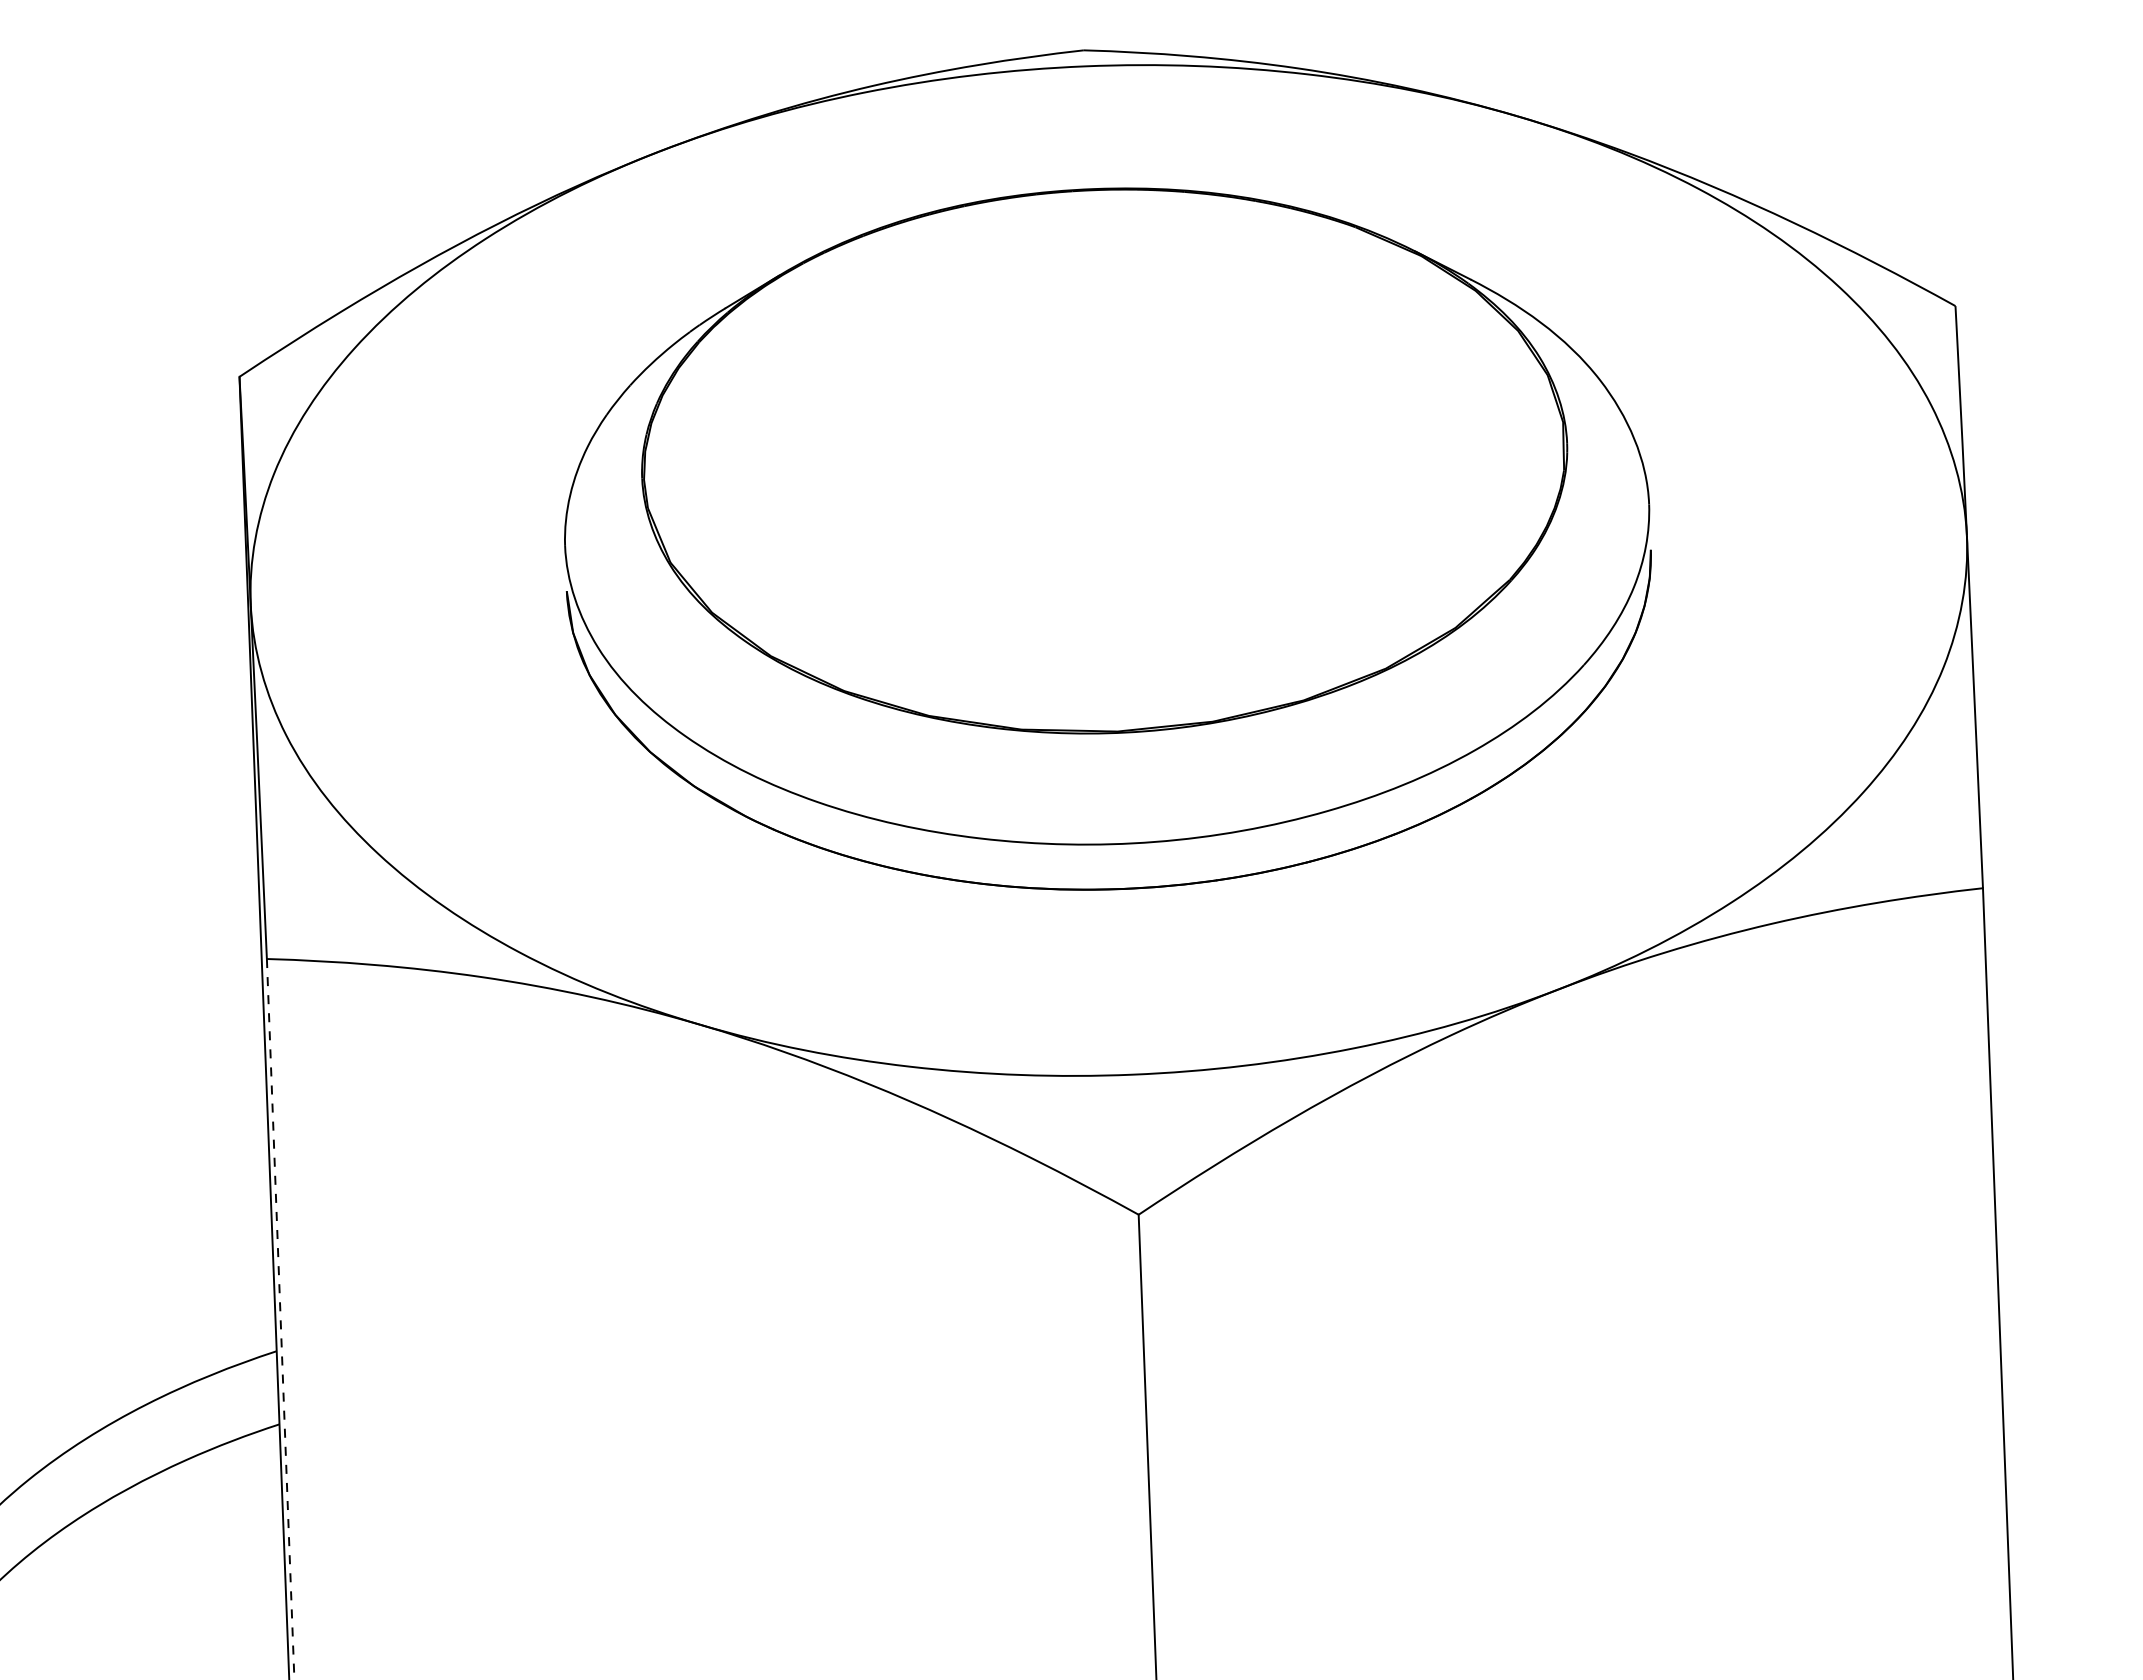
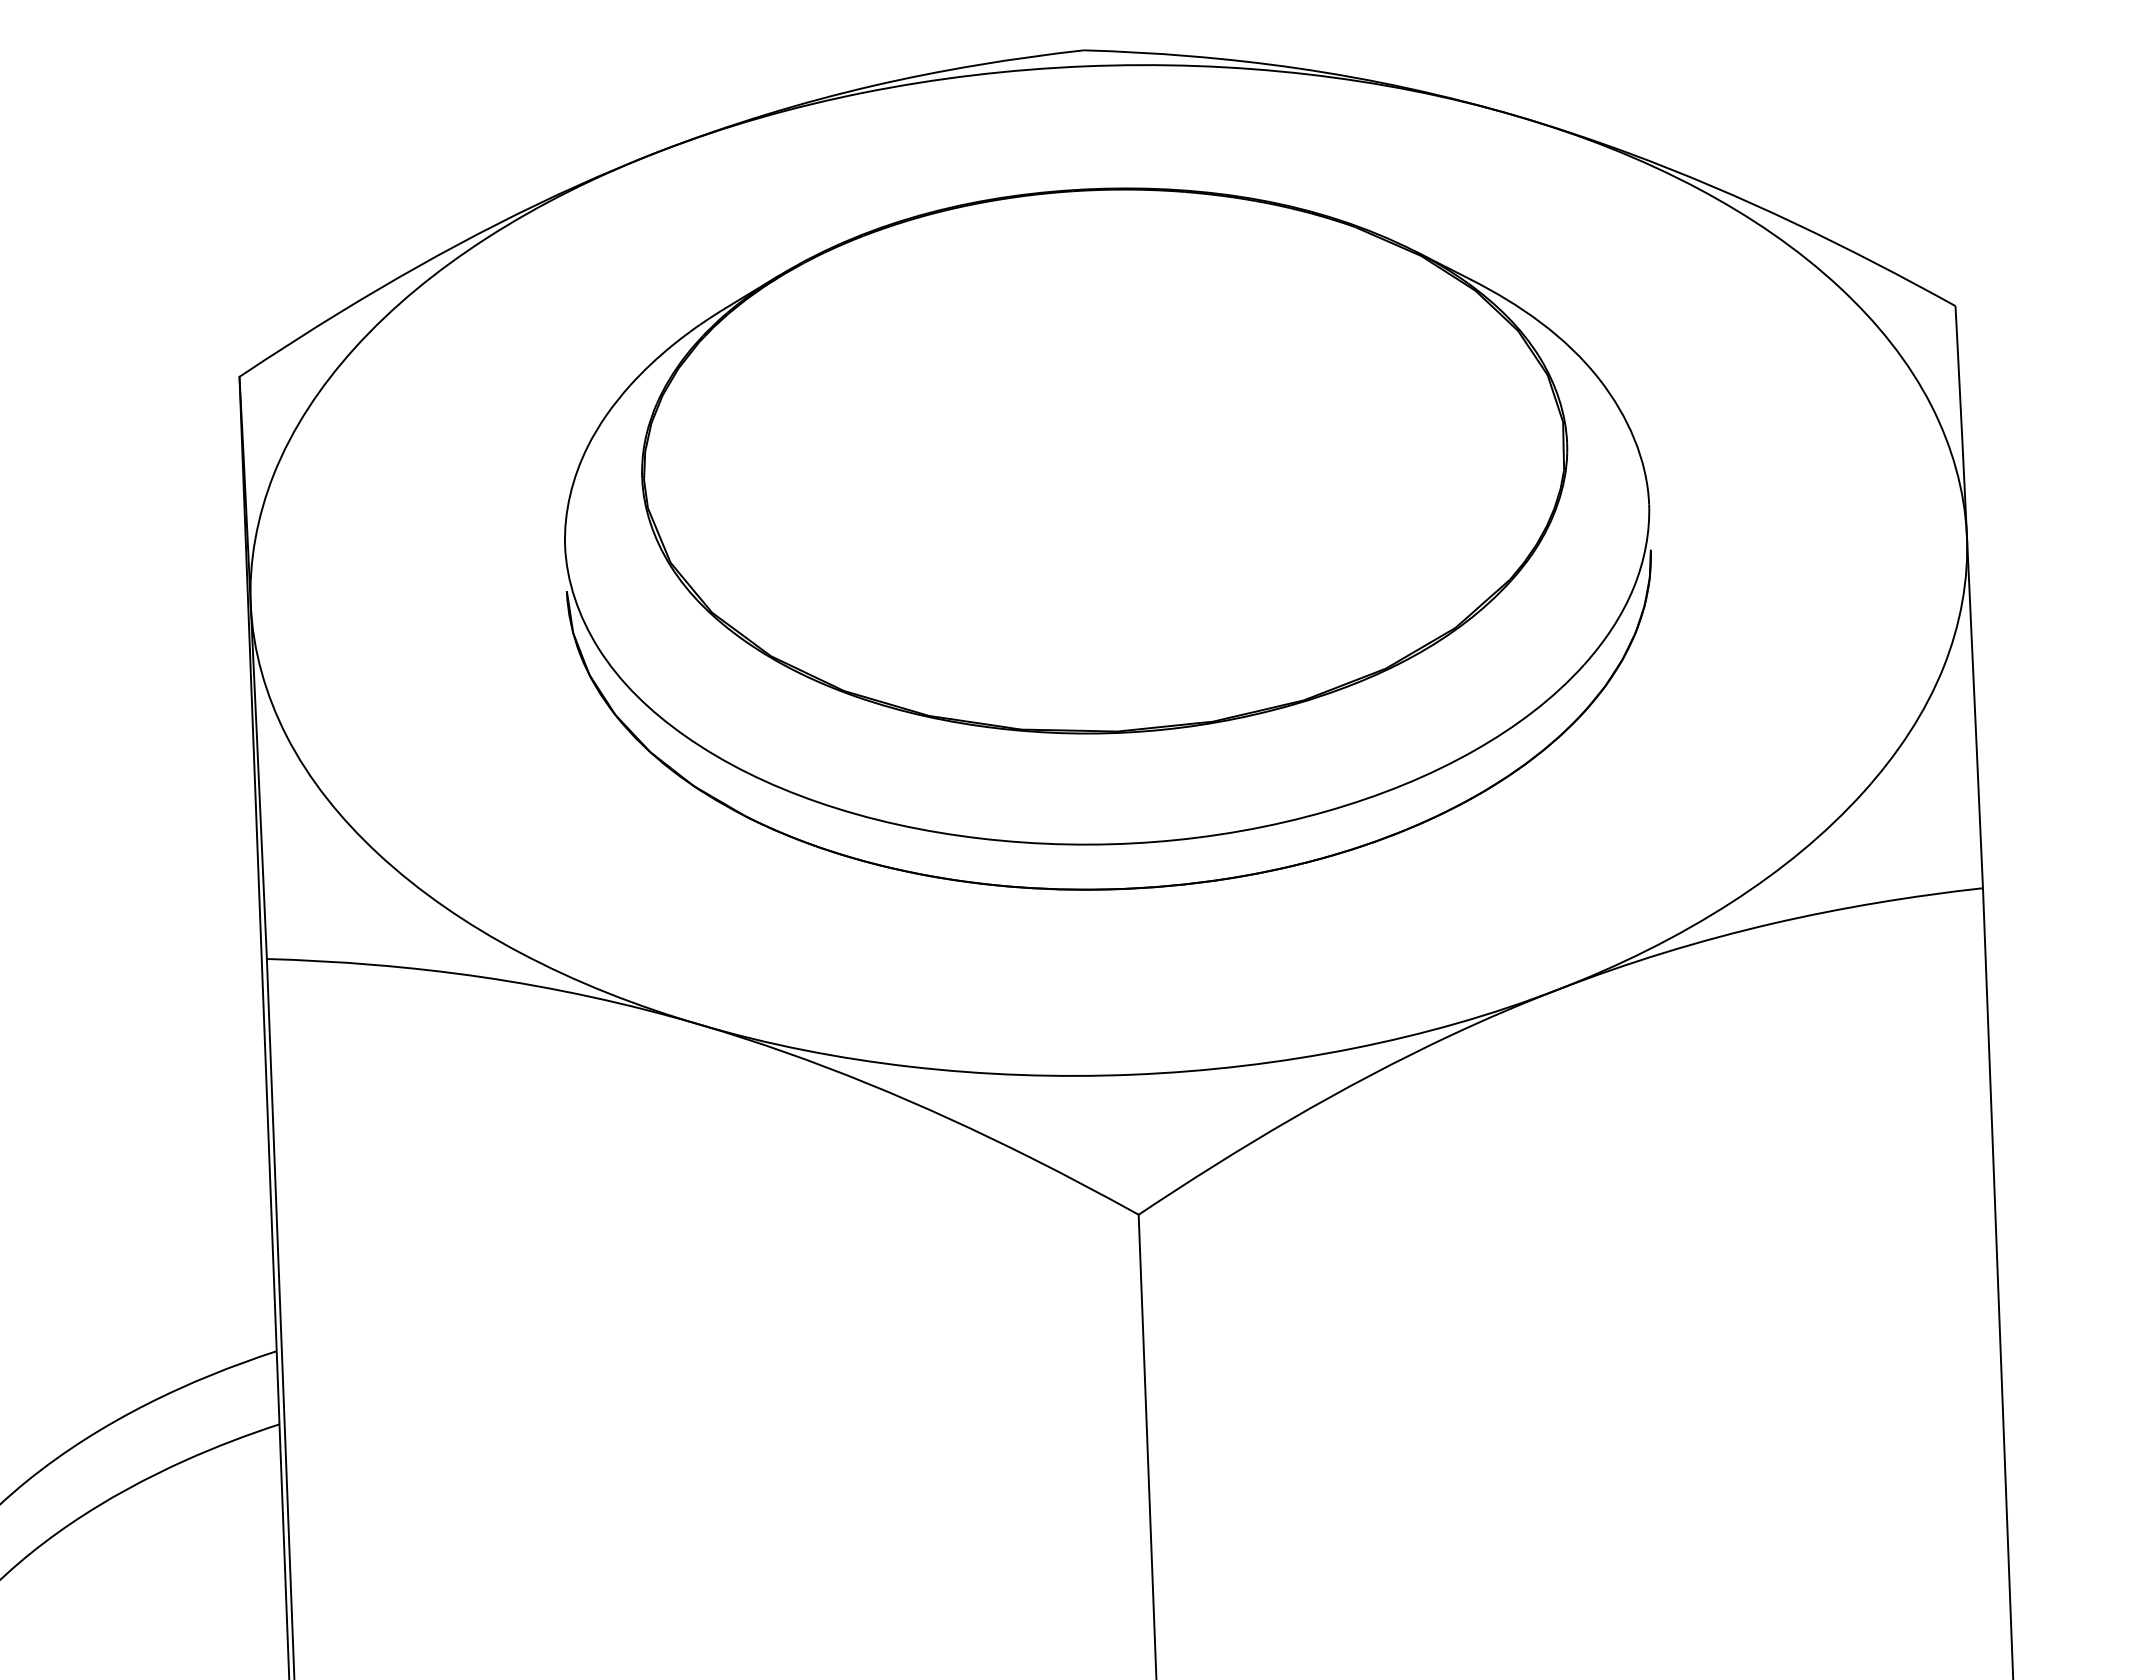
line at (280, 1319): dashed -> solid
